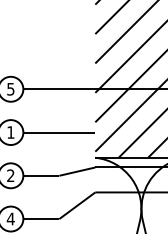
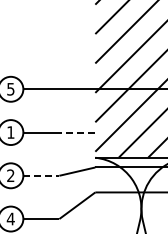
line at (77, 132): solid -> dashed
line at (41, 175): solid -> dashed
